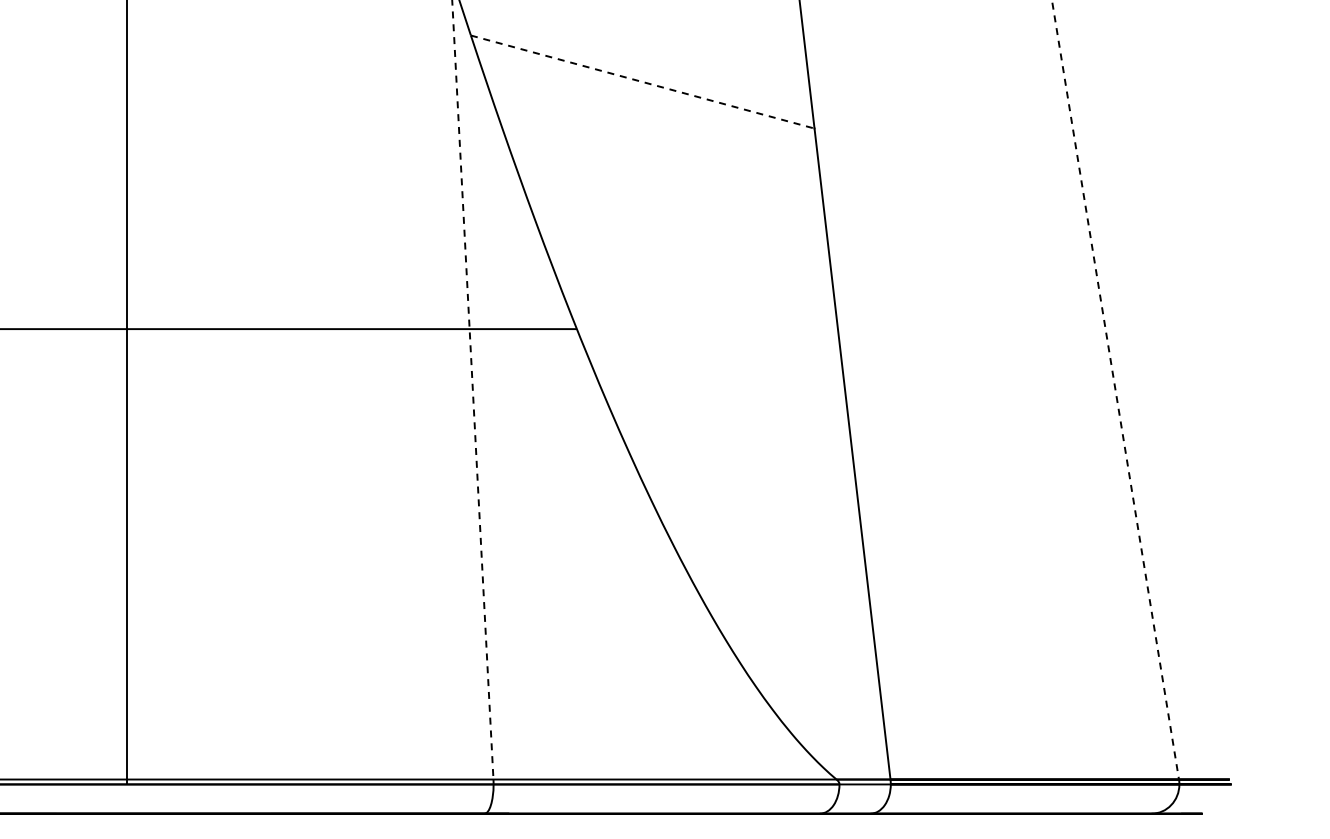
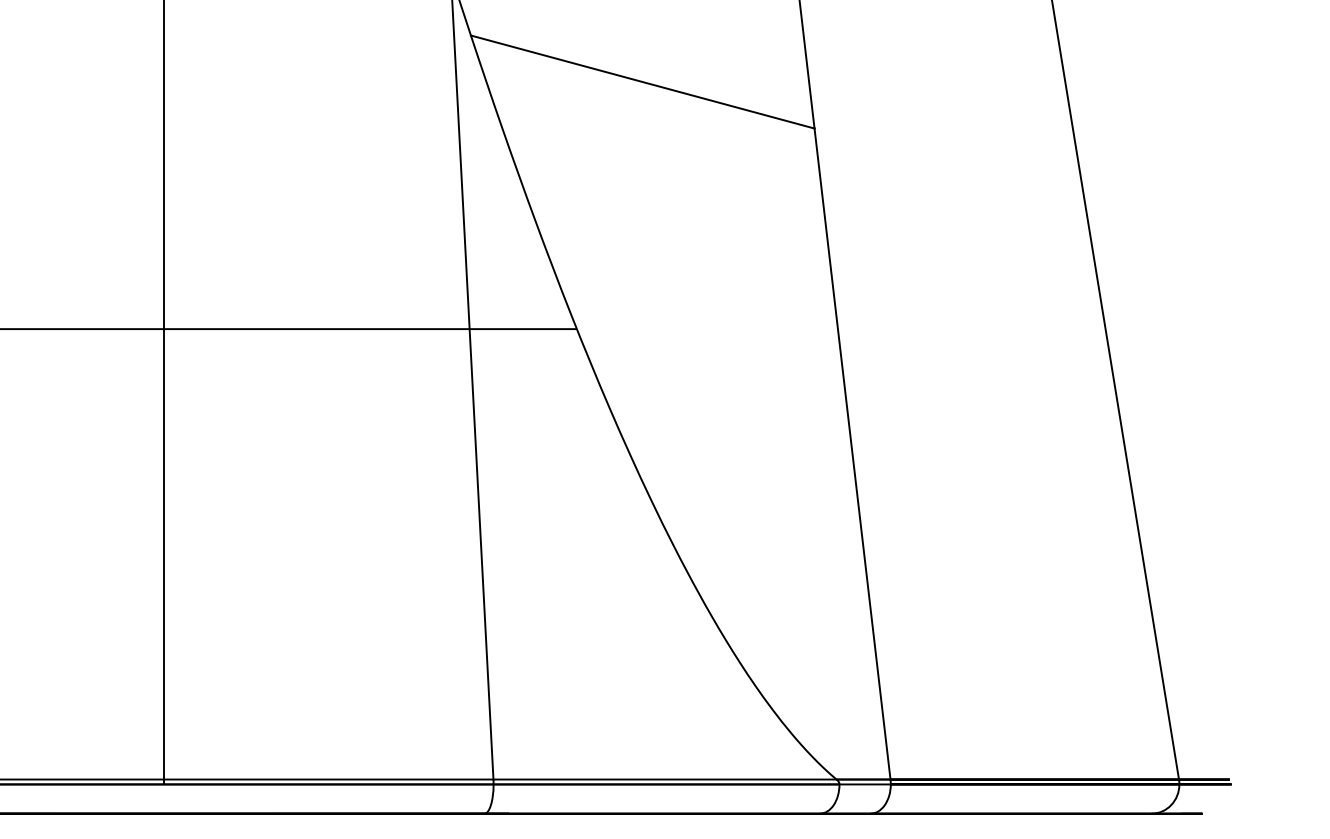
line at (642, 82): dashed -> solid
line at (472, 390): dashed -> solid
line at (1115, 390): dashed -> solid
line at (126, 393) position: (126, 393) -> (163, 393)
